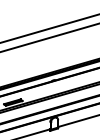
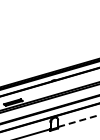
line at (49, 28): present -> none
line at (49, 37): present -> none
line at (79, 120): solid -> dashed
